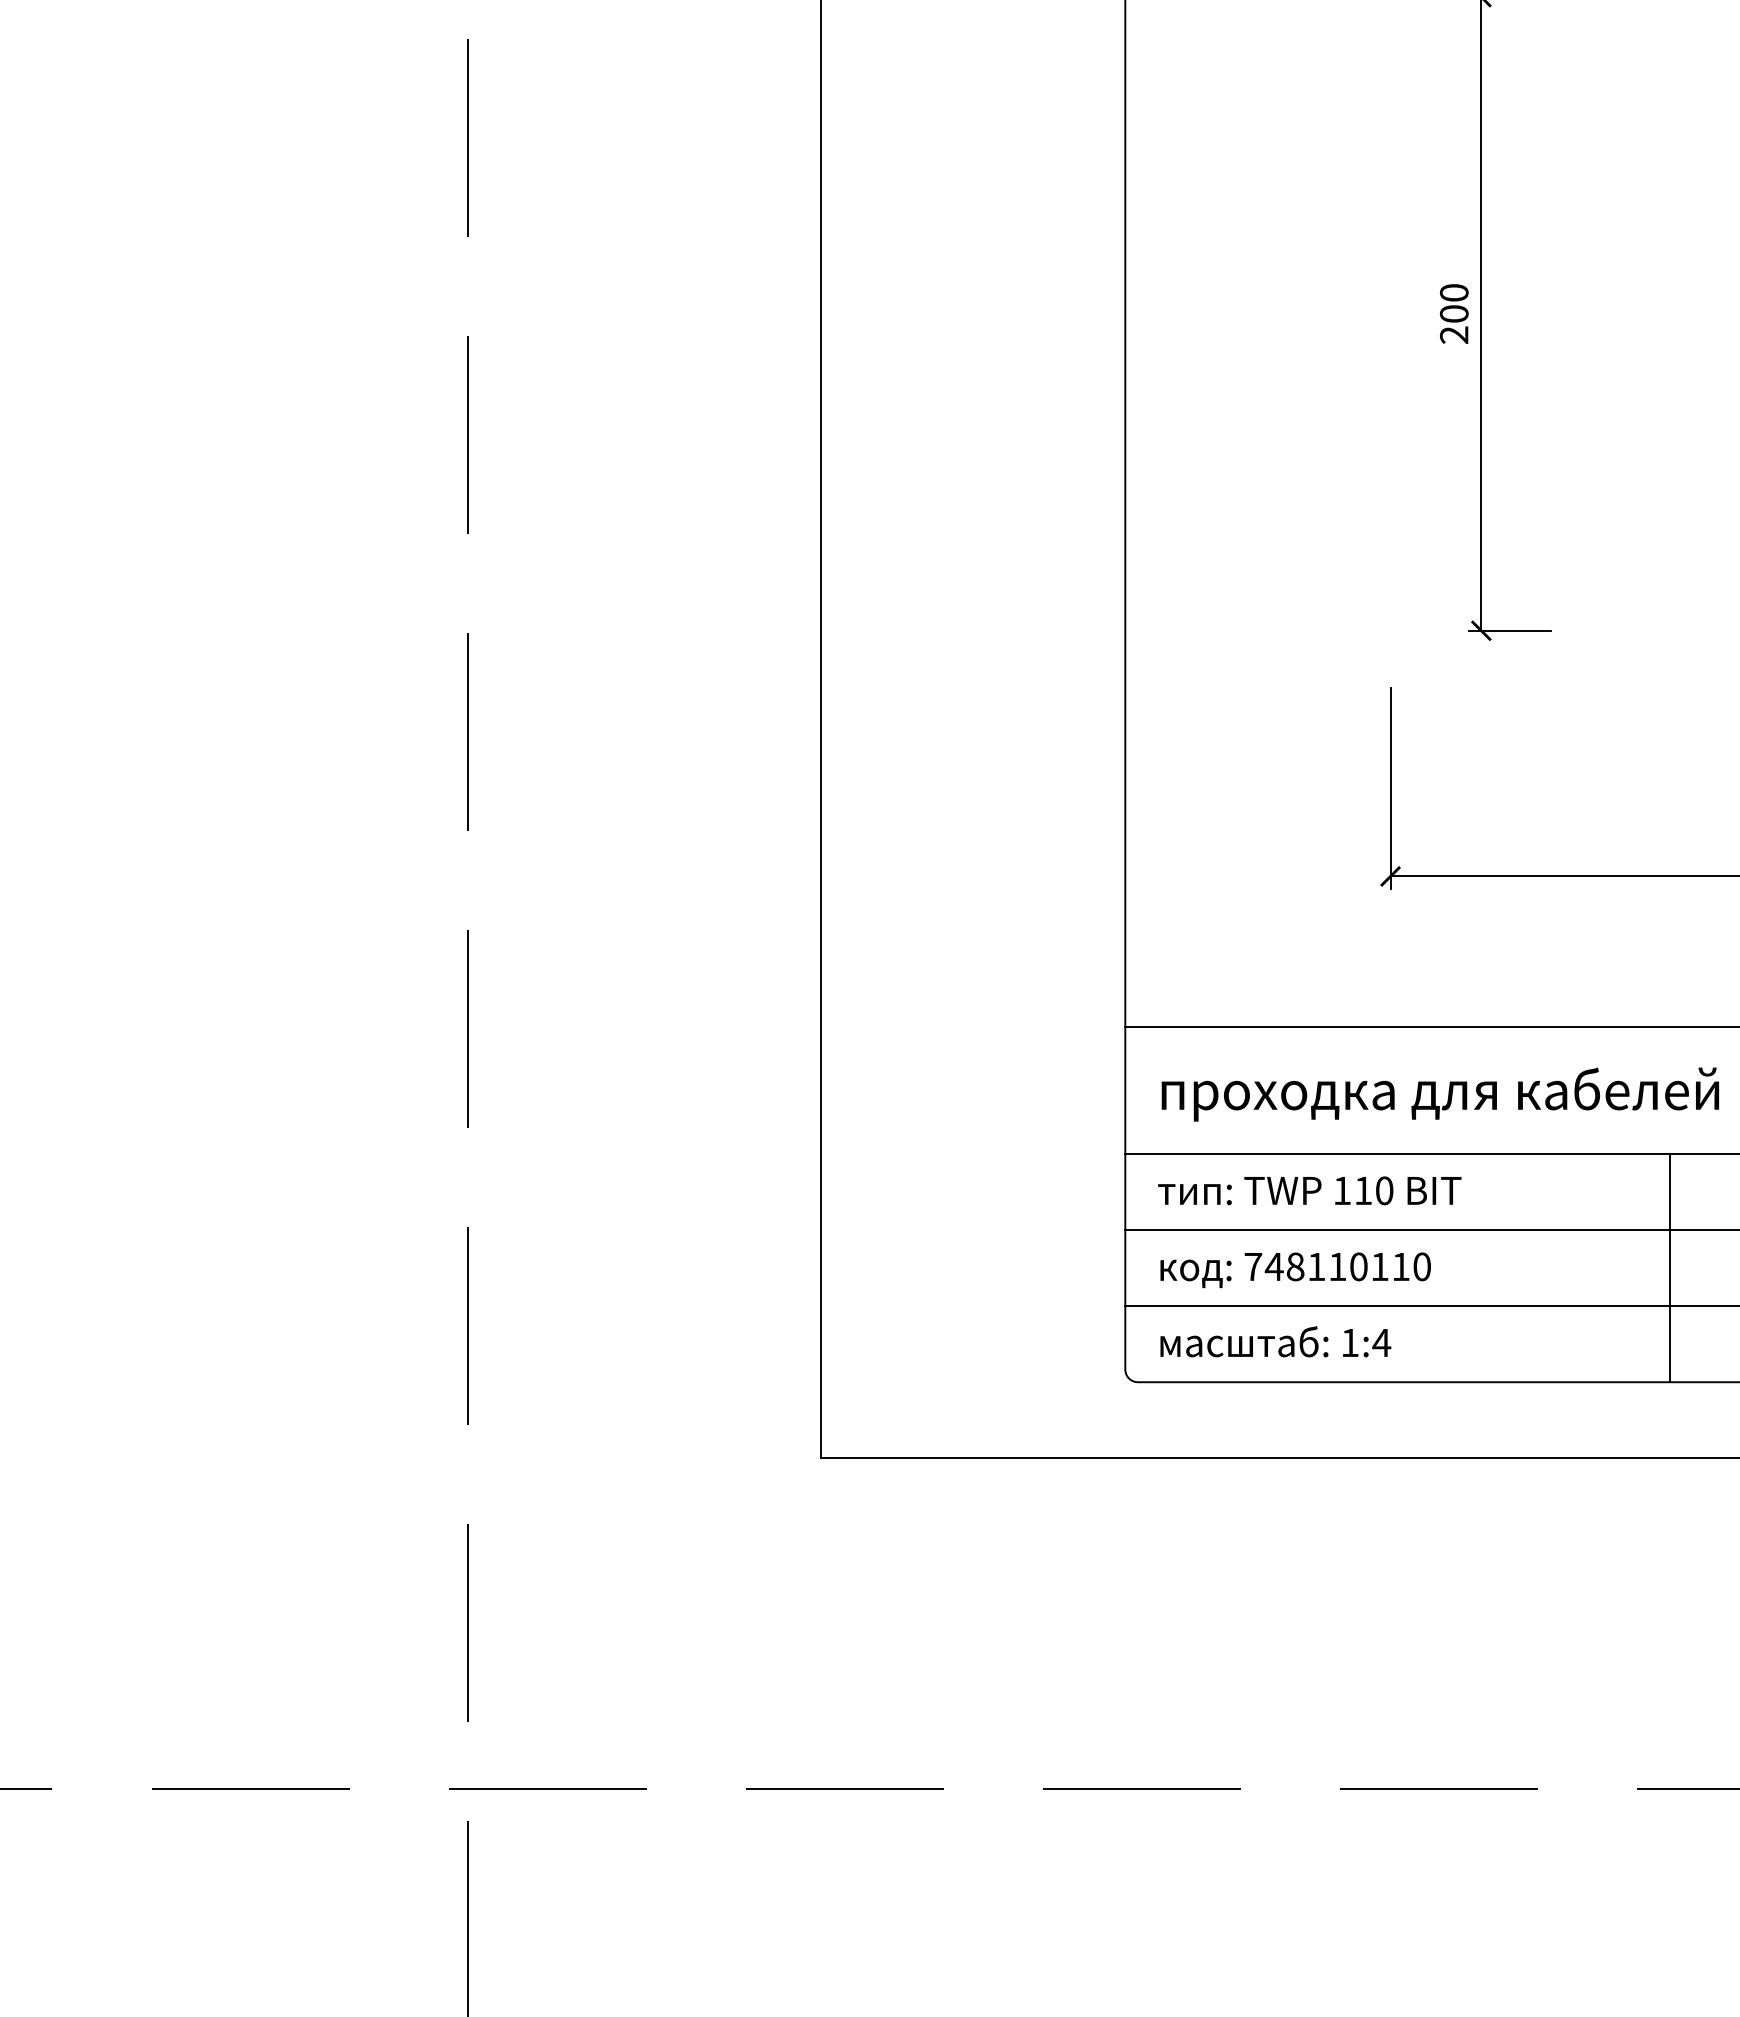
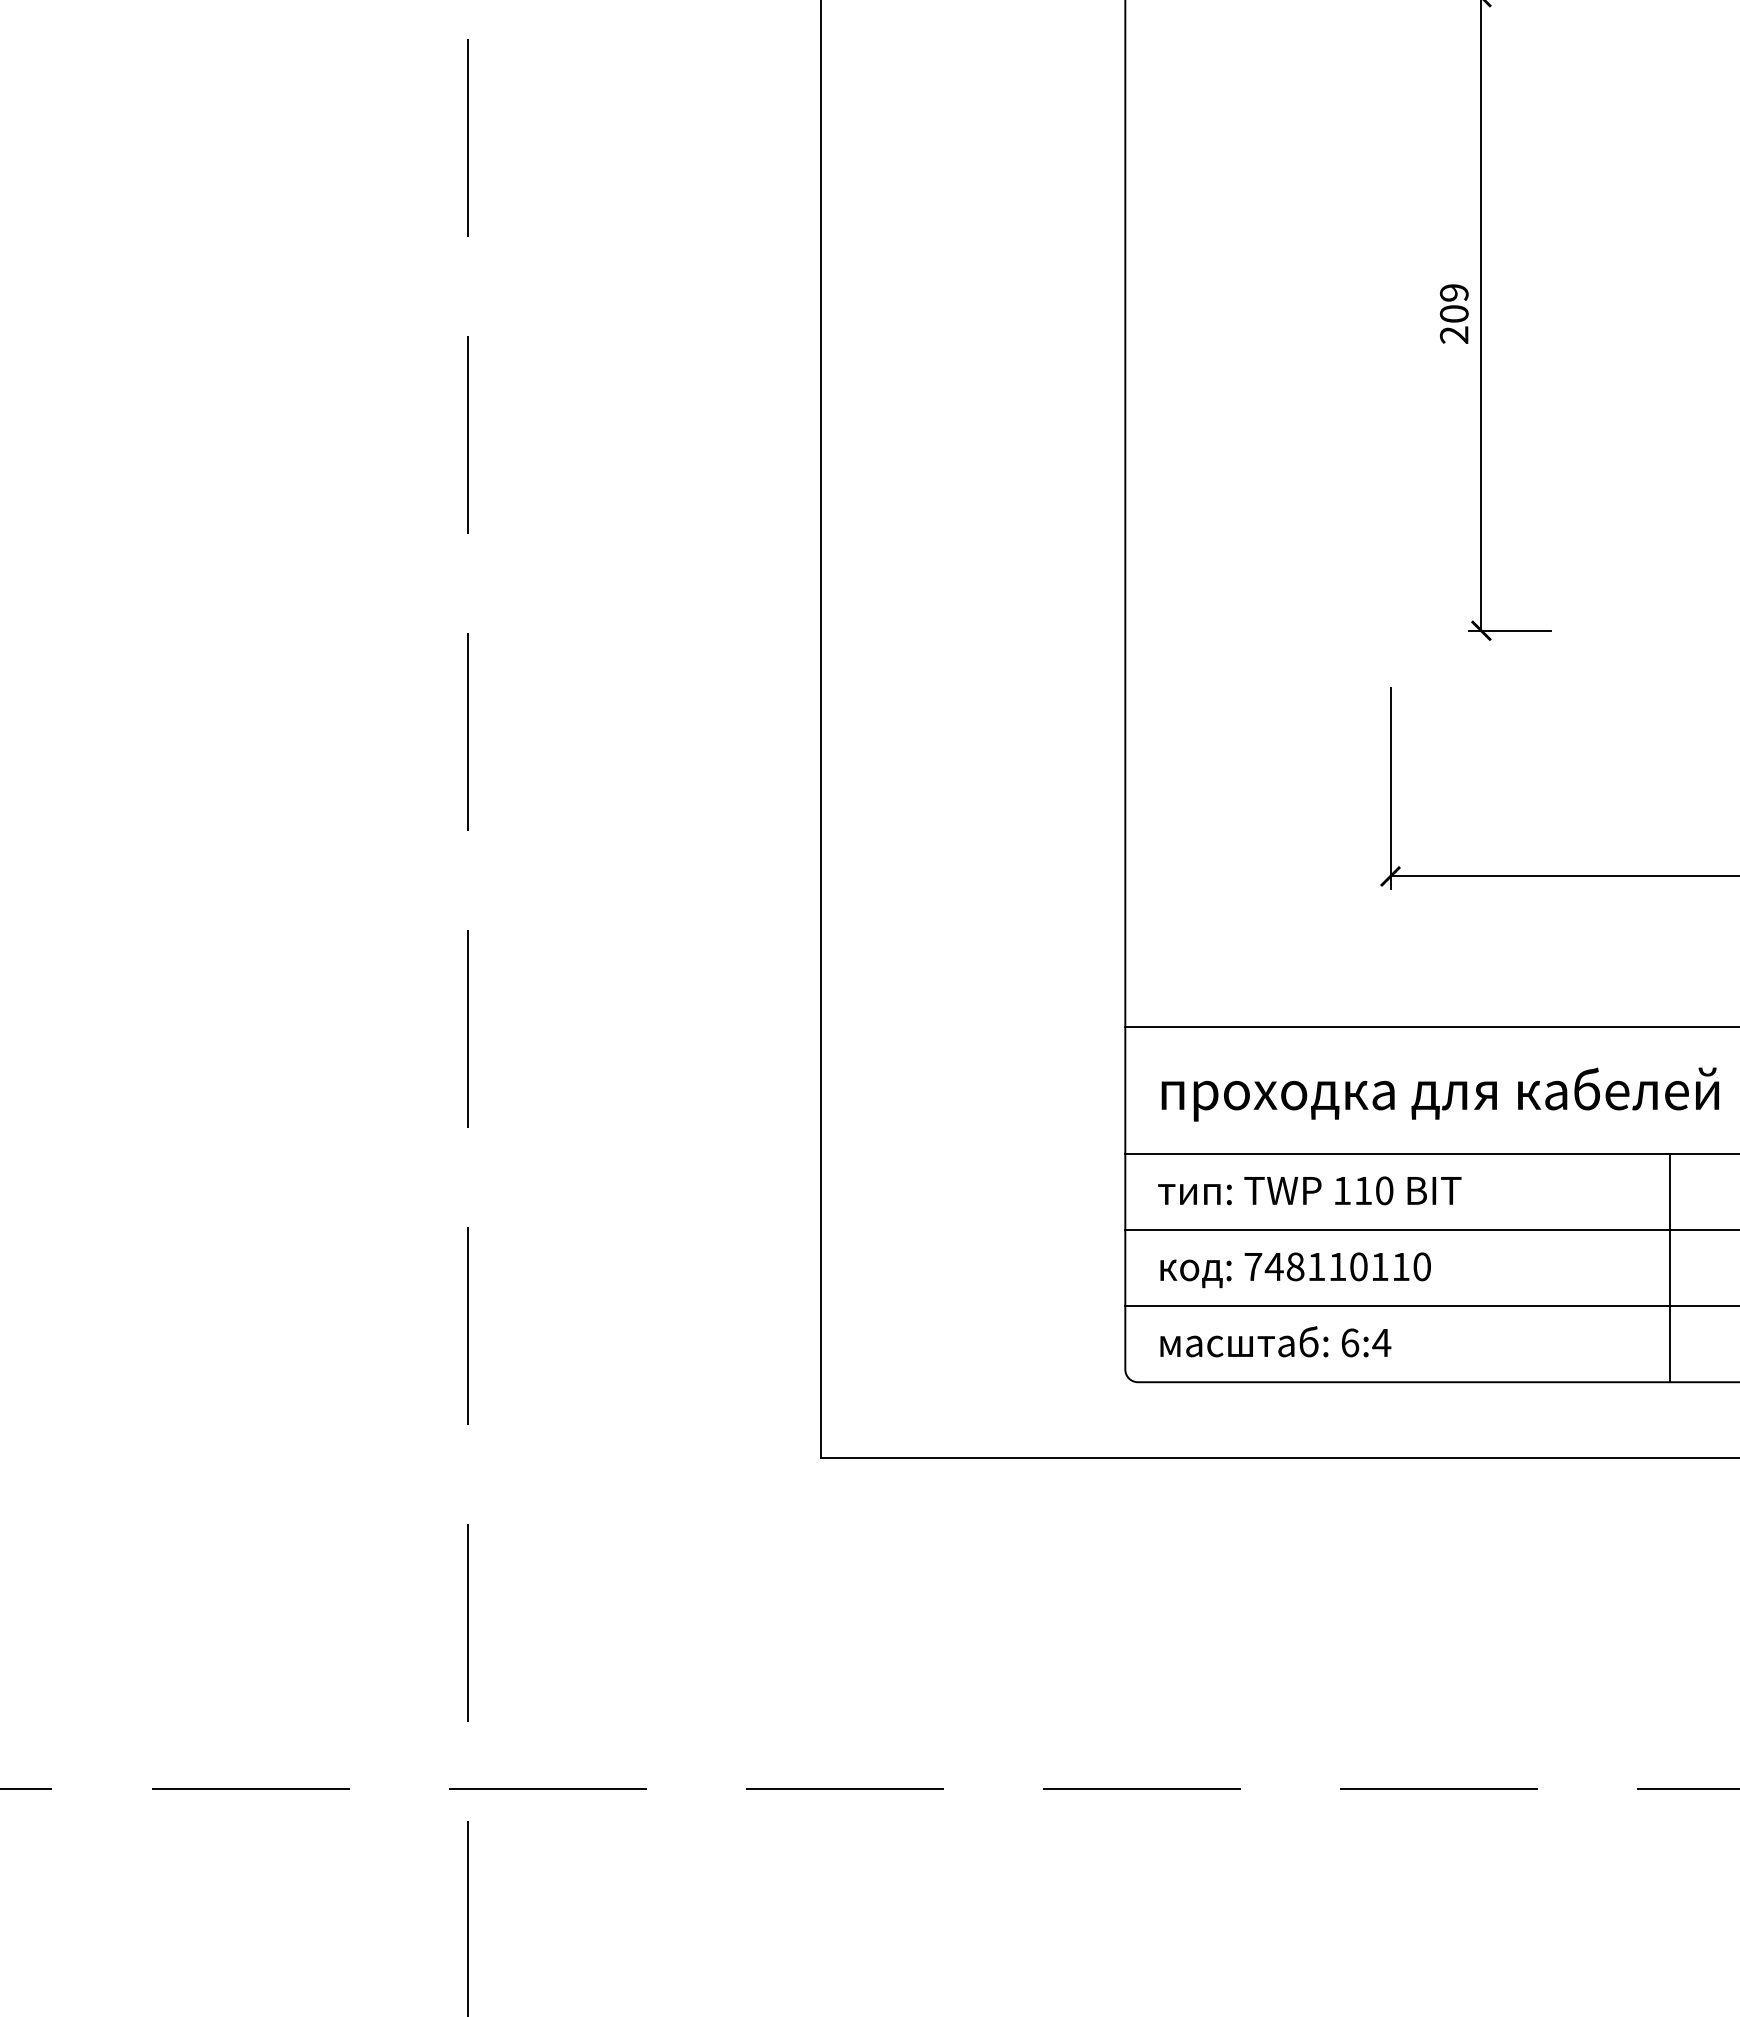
text at (1454, 292): 200 -> 209
text at (1350, 1342): 1:4 -> 6:4
